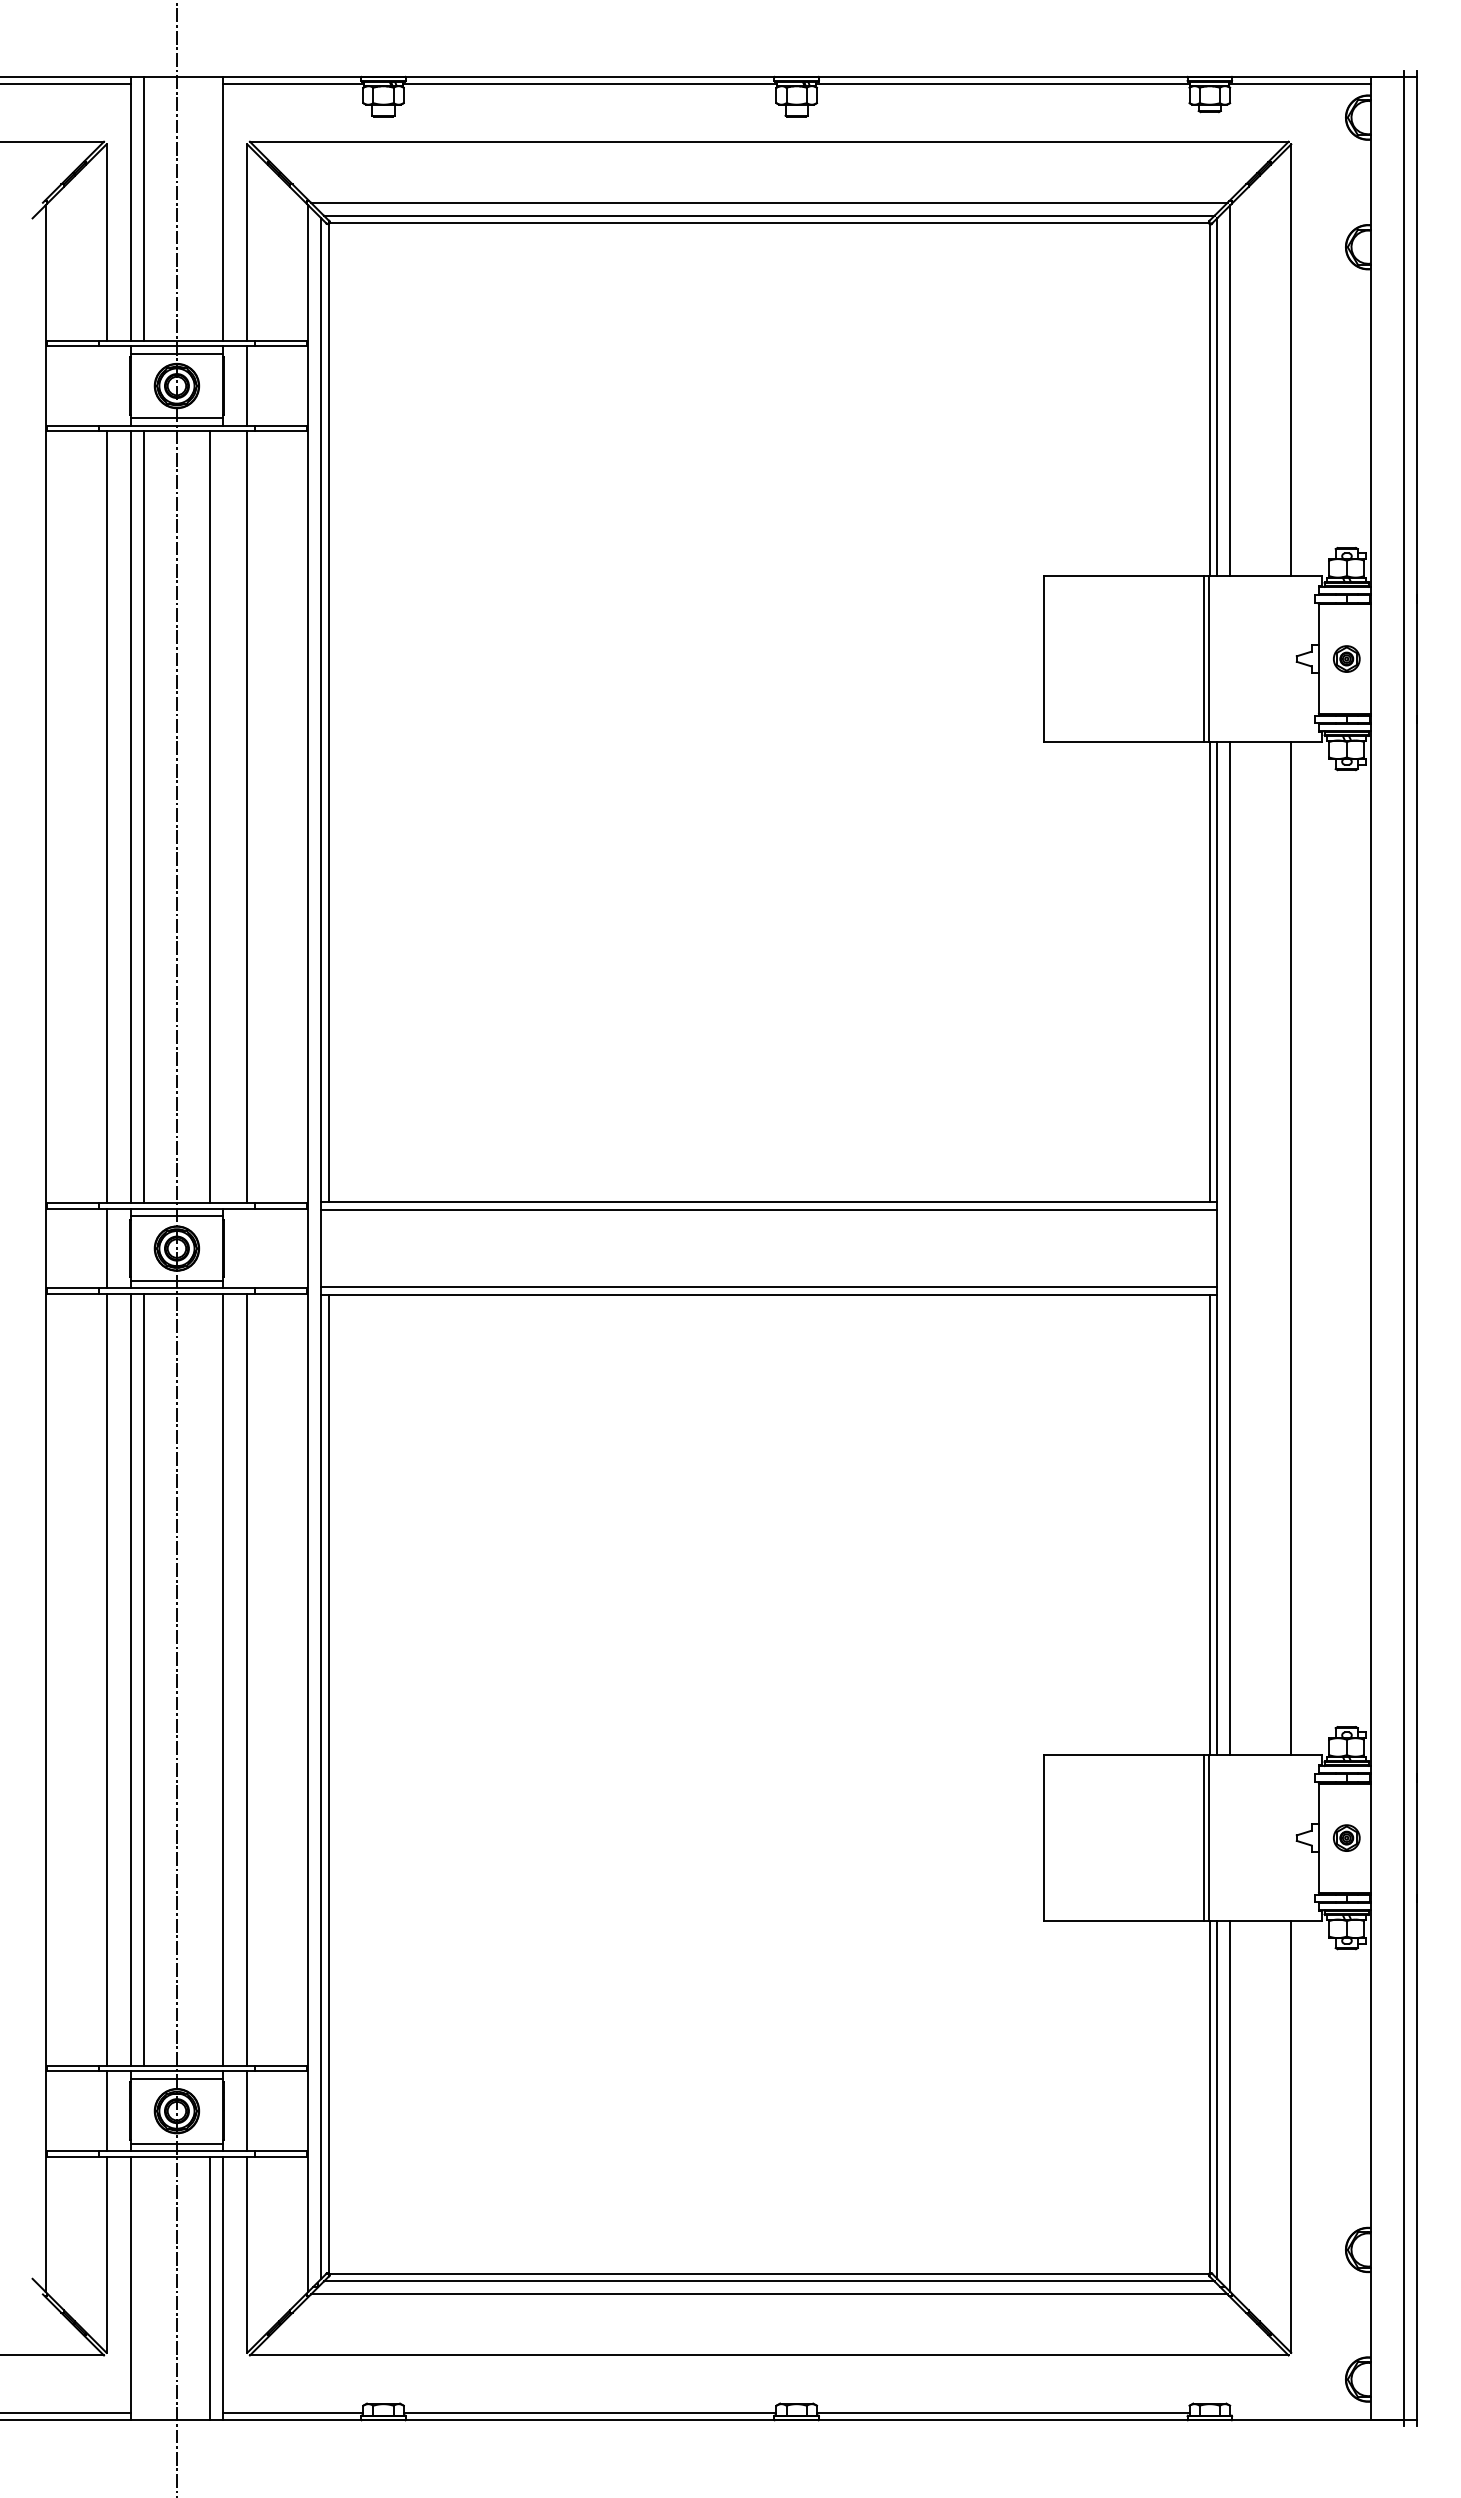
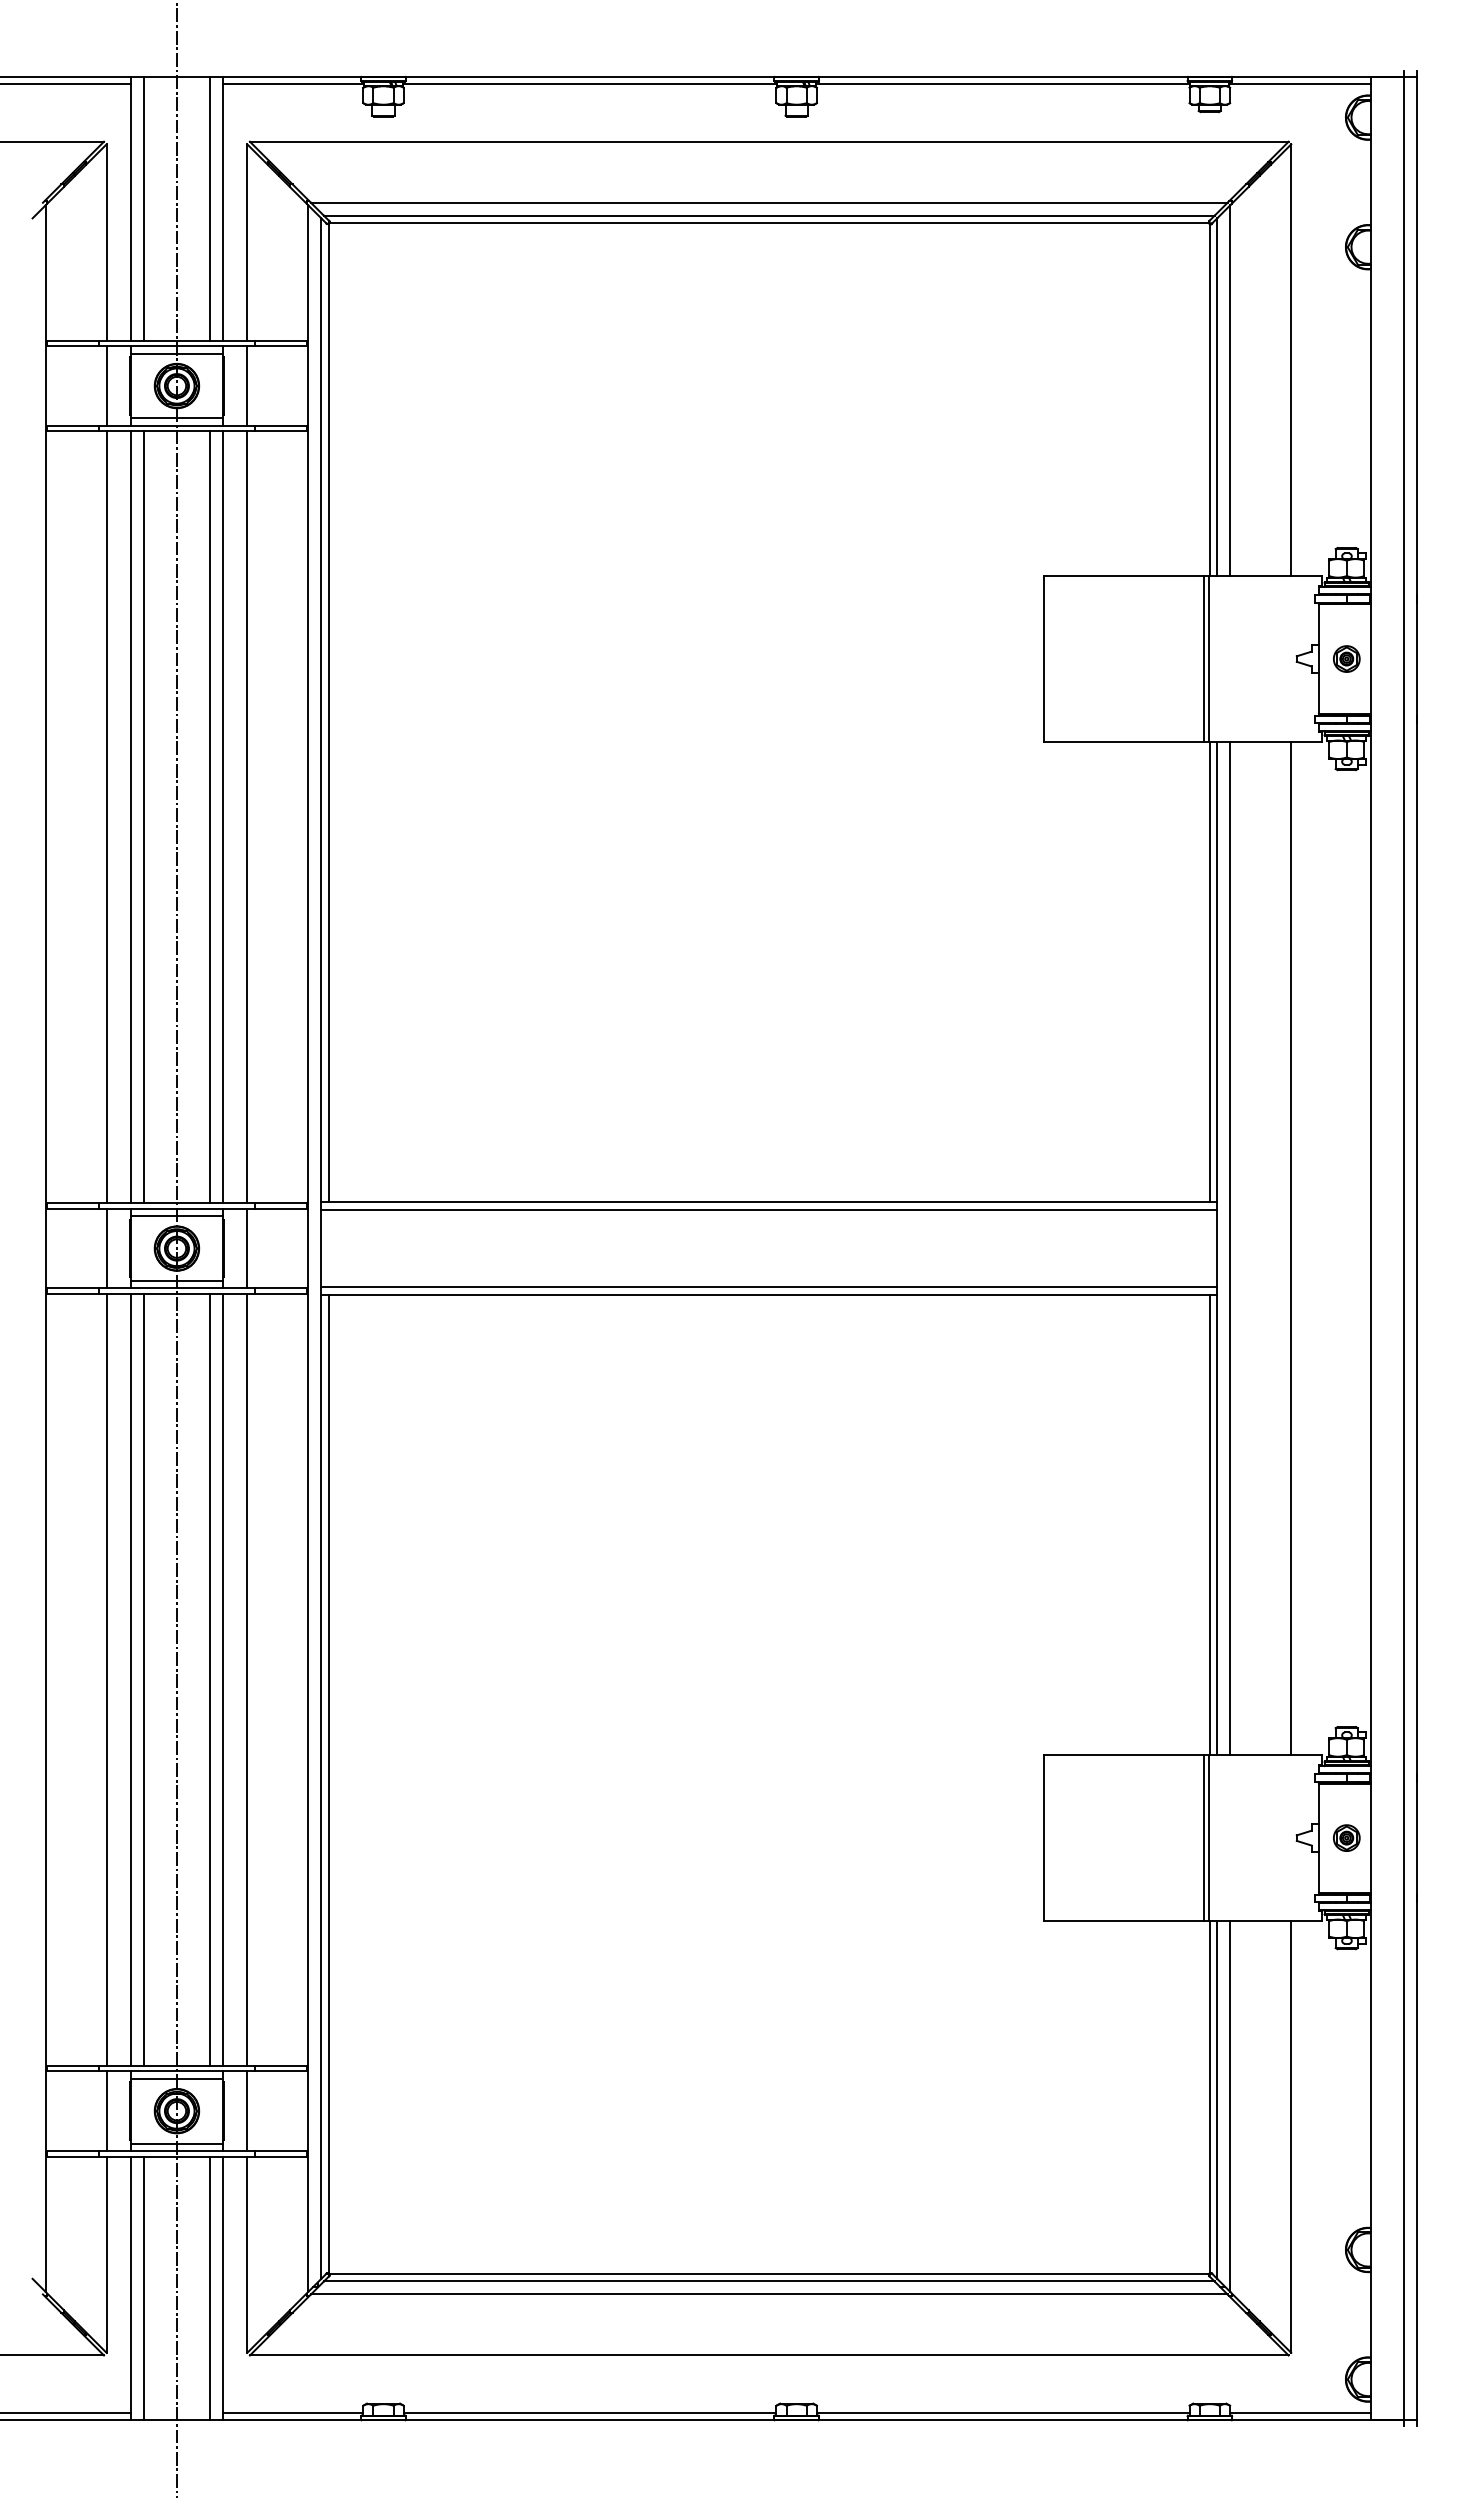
line at (210, 208): none -> present
line at (106, 385): none -> present
line at (223, 817): none -> present
line at (247, 1248): none -> present
line at (210, 1679): none -> present
line at (143, 2288): none -> present
line at (1300, 2412): none -> present
